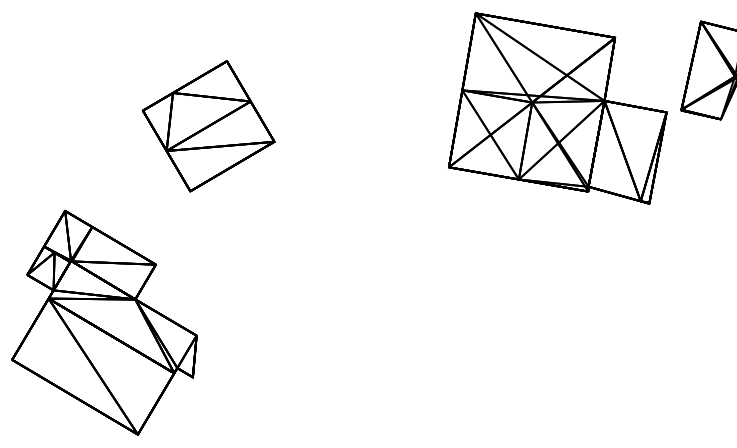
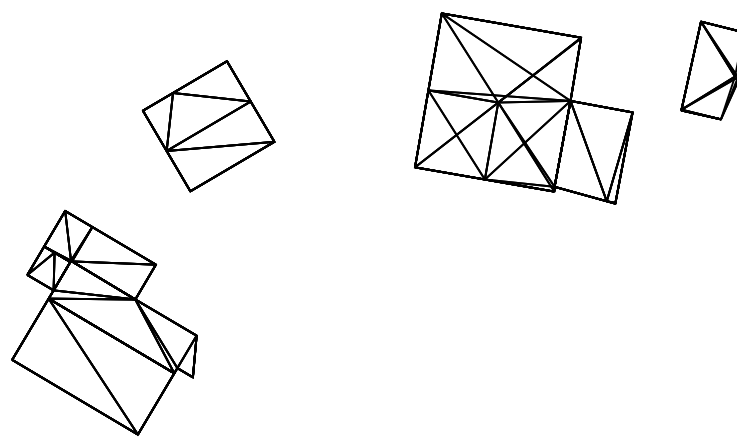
part at (557, 108) position: (557, 108) -> (523, 108)
